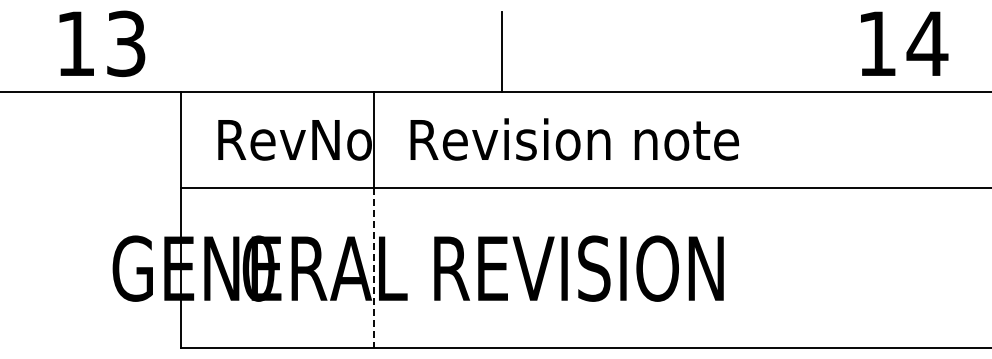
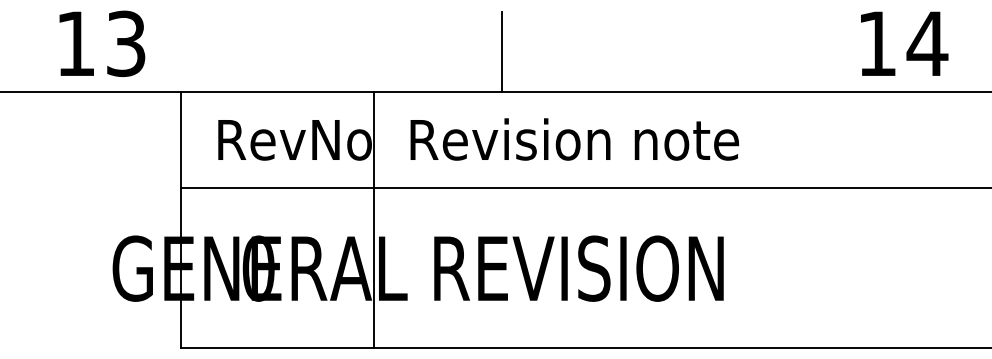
line at (373, 268): dashed -> solid
